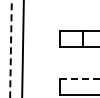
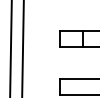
line at (10, 49): dashed -> solid
line at (79, 79): dashed -> solid
